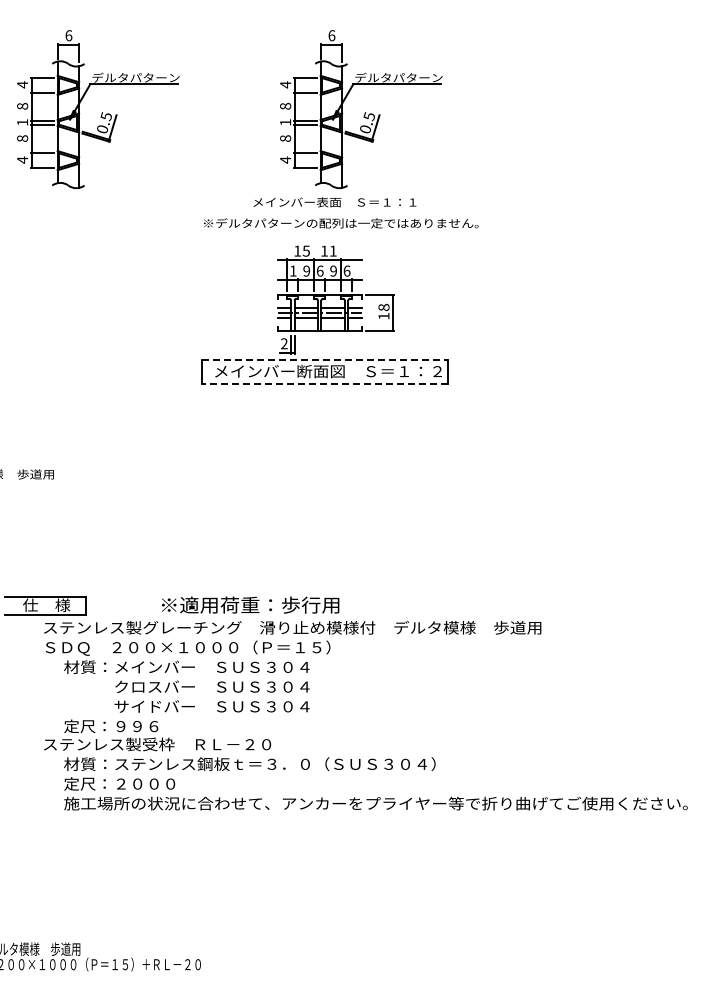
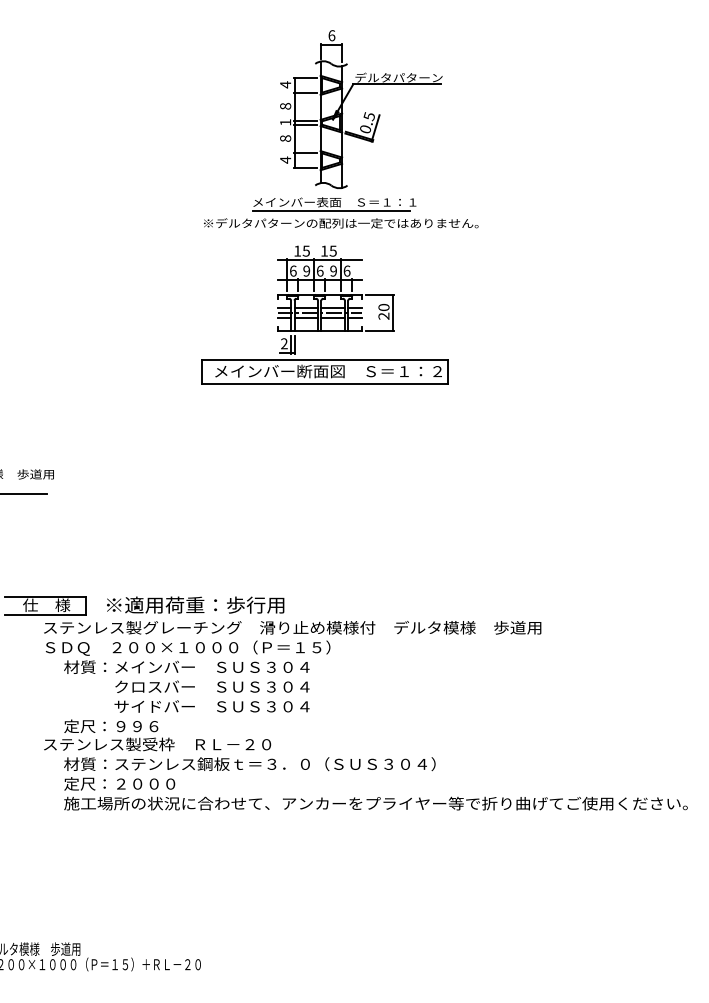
part at (98, 109): present -> none
line at (331, 210): none -> present
text at (332, 250): 11 -> 15
text at (293, 270): 1 -> 6
text at (383, 311): 18 -> 20
line at (325, 360): dashed -> solid
line at (324, 383): dashed -> solid
line at (24, 494): none -> present
text at (250, 604) position: (250, 604) -> (195, 604)
